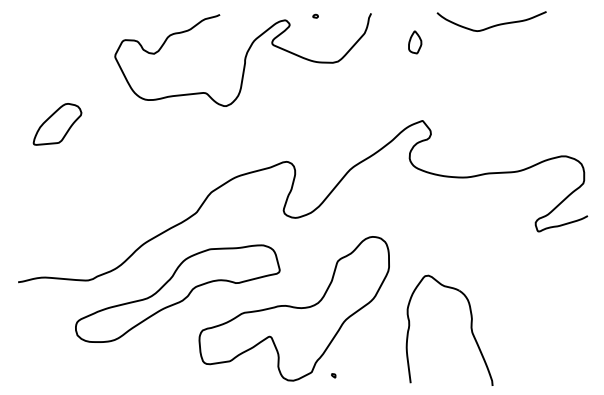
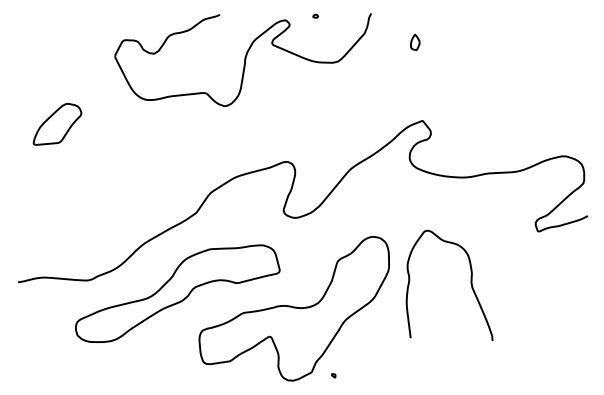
curve at (492, 25): present -> none
part at (415, 42) size: 15x25 px -> 11x18 px
part at (470, 329) position: (470, 329) -> (470, 284)
